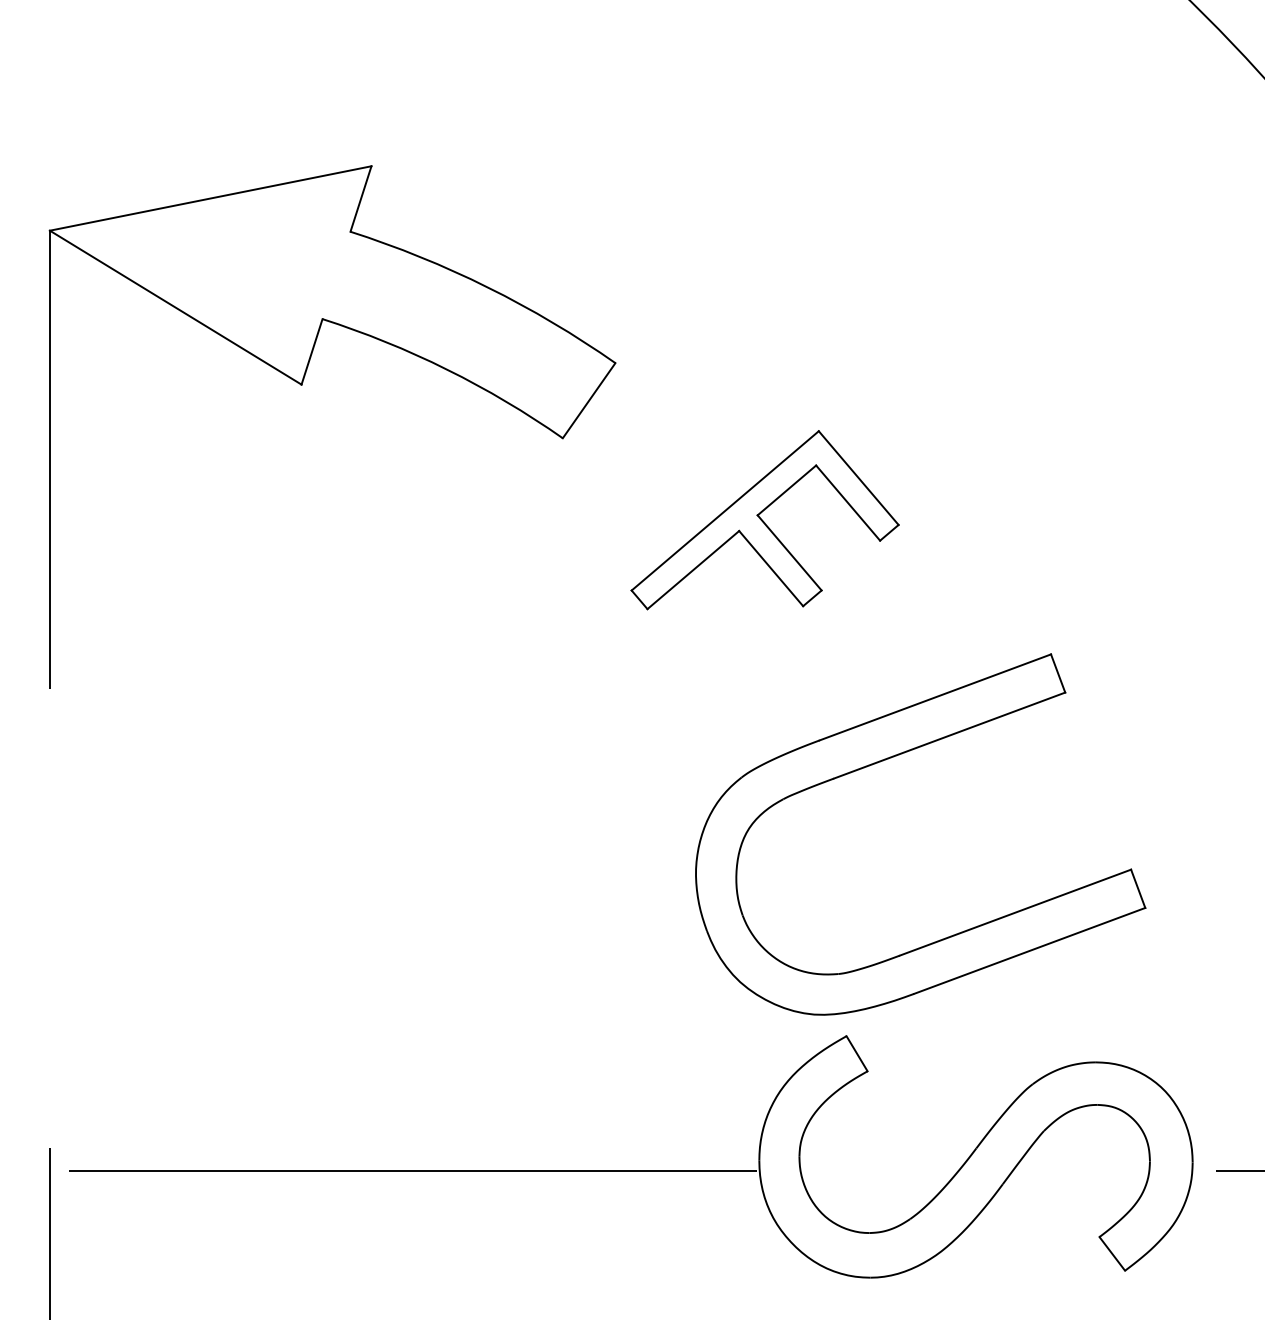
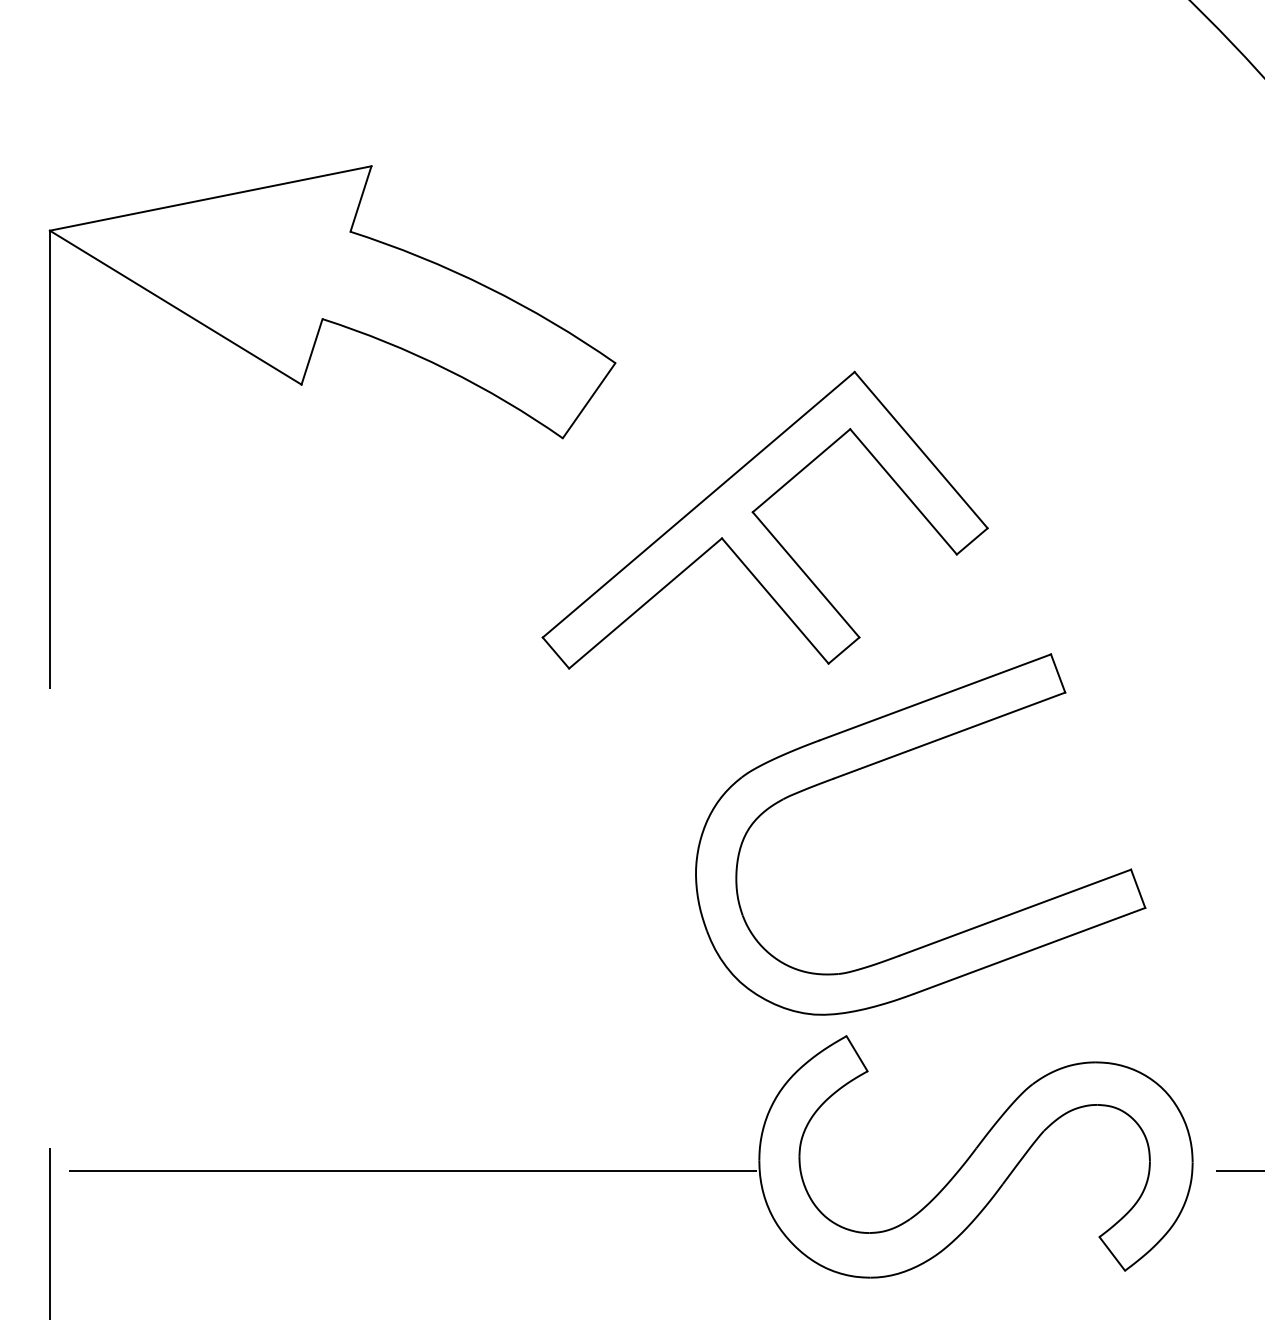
part at (764, 520) size: 270x181 px -> 448x300 px
